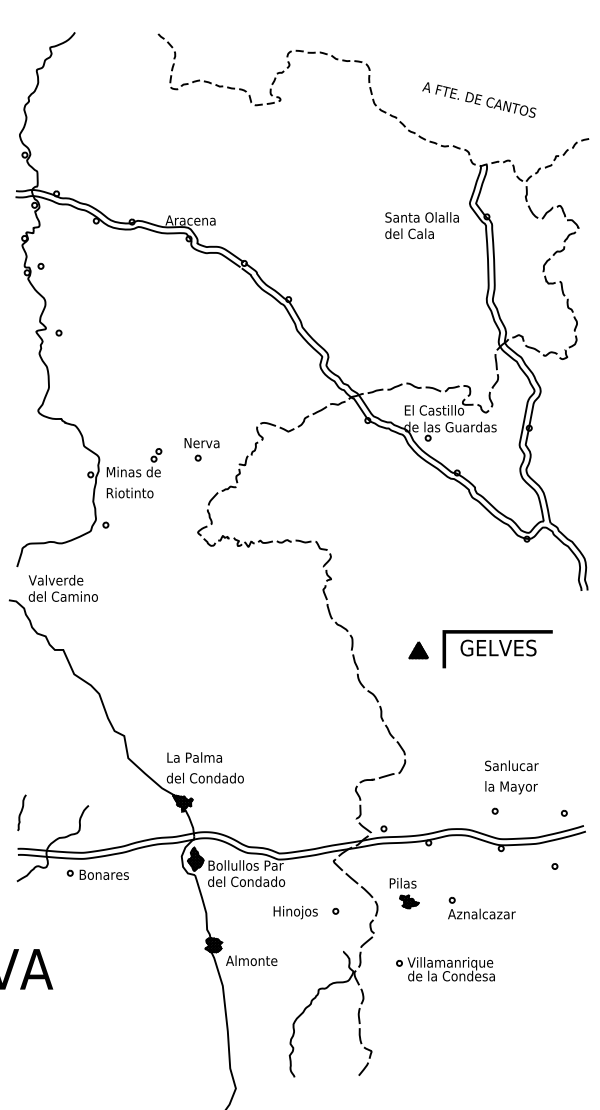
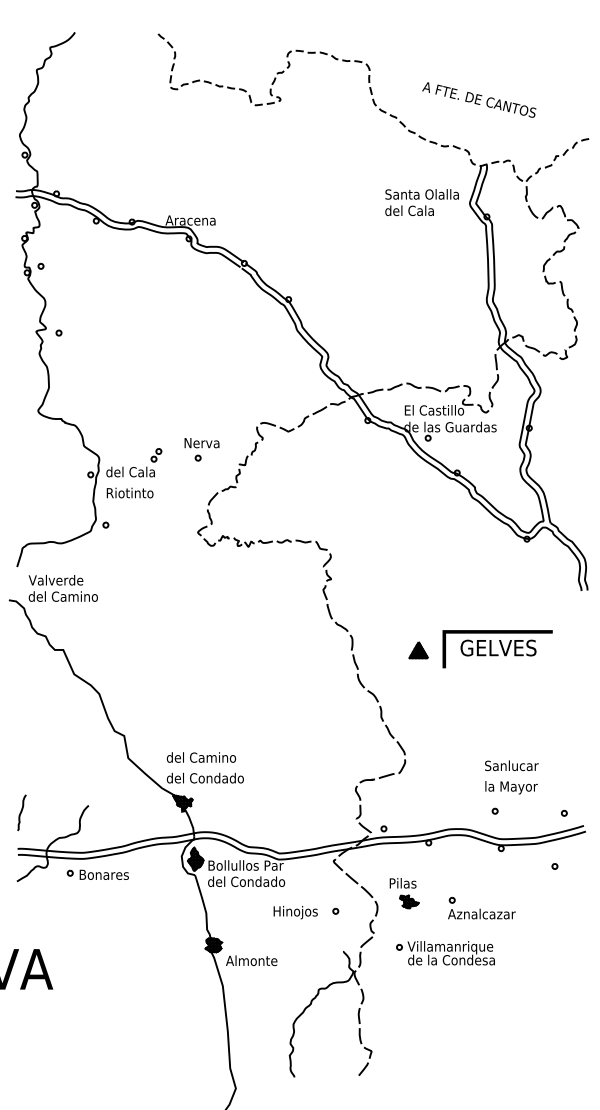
text at (421, 225) position: (421, 225) -> (421, 202)
text at (133, 471): Minas de -> del Cala
text at (201, 757): La Palma -> del Camino
part at (445, 969) position: (445, 969) -> (445, 953)
